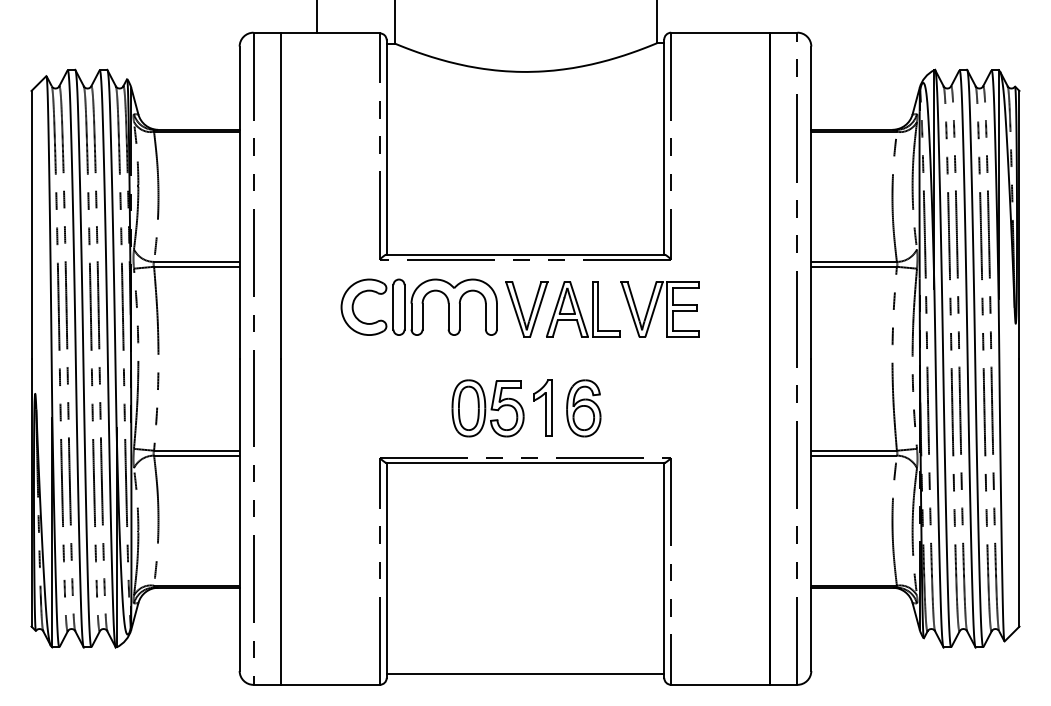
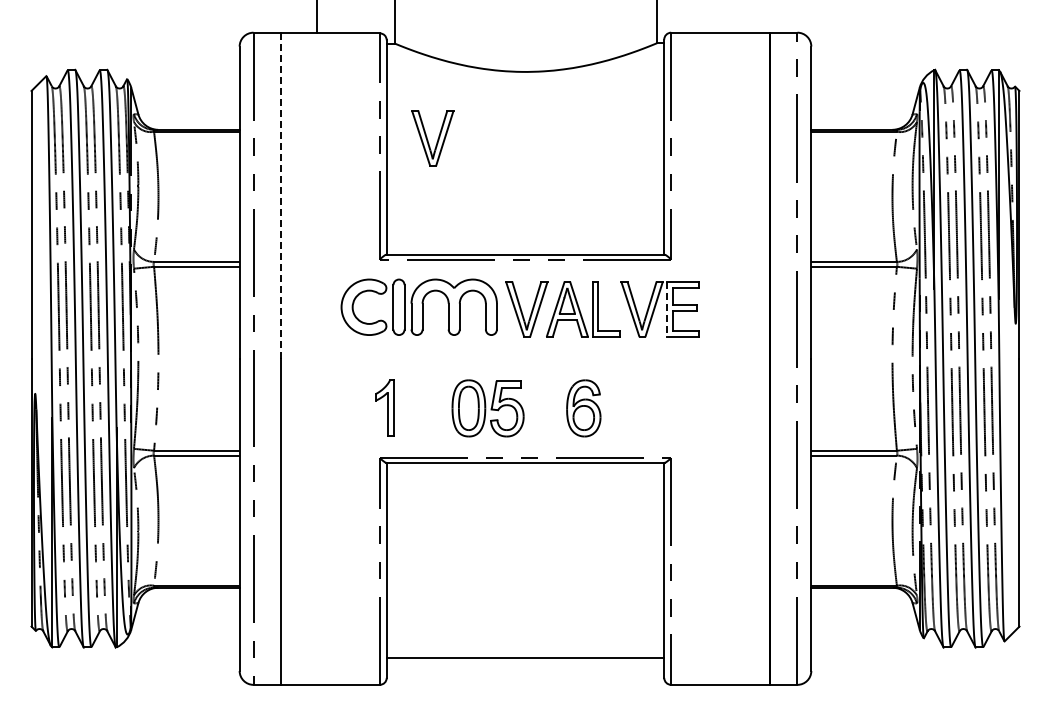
part at (432, 138): none -> present
line at (281, 196): solid -> dashed
line at (667, 309): solid -> dashed
part at (542, 407) position: (542, 407) -> (384, 407)
line at (525, 674) position: (525, 674) -> (525, 658)
